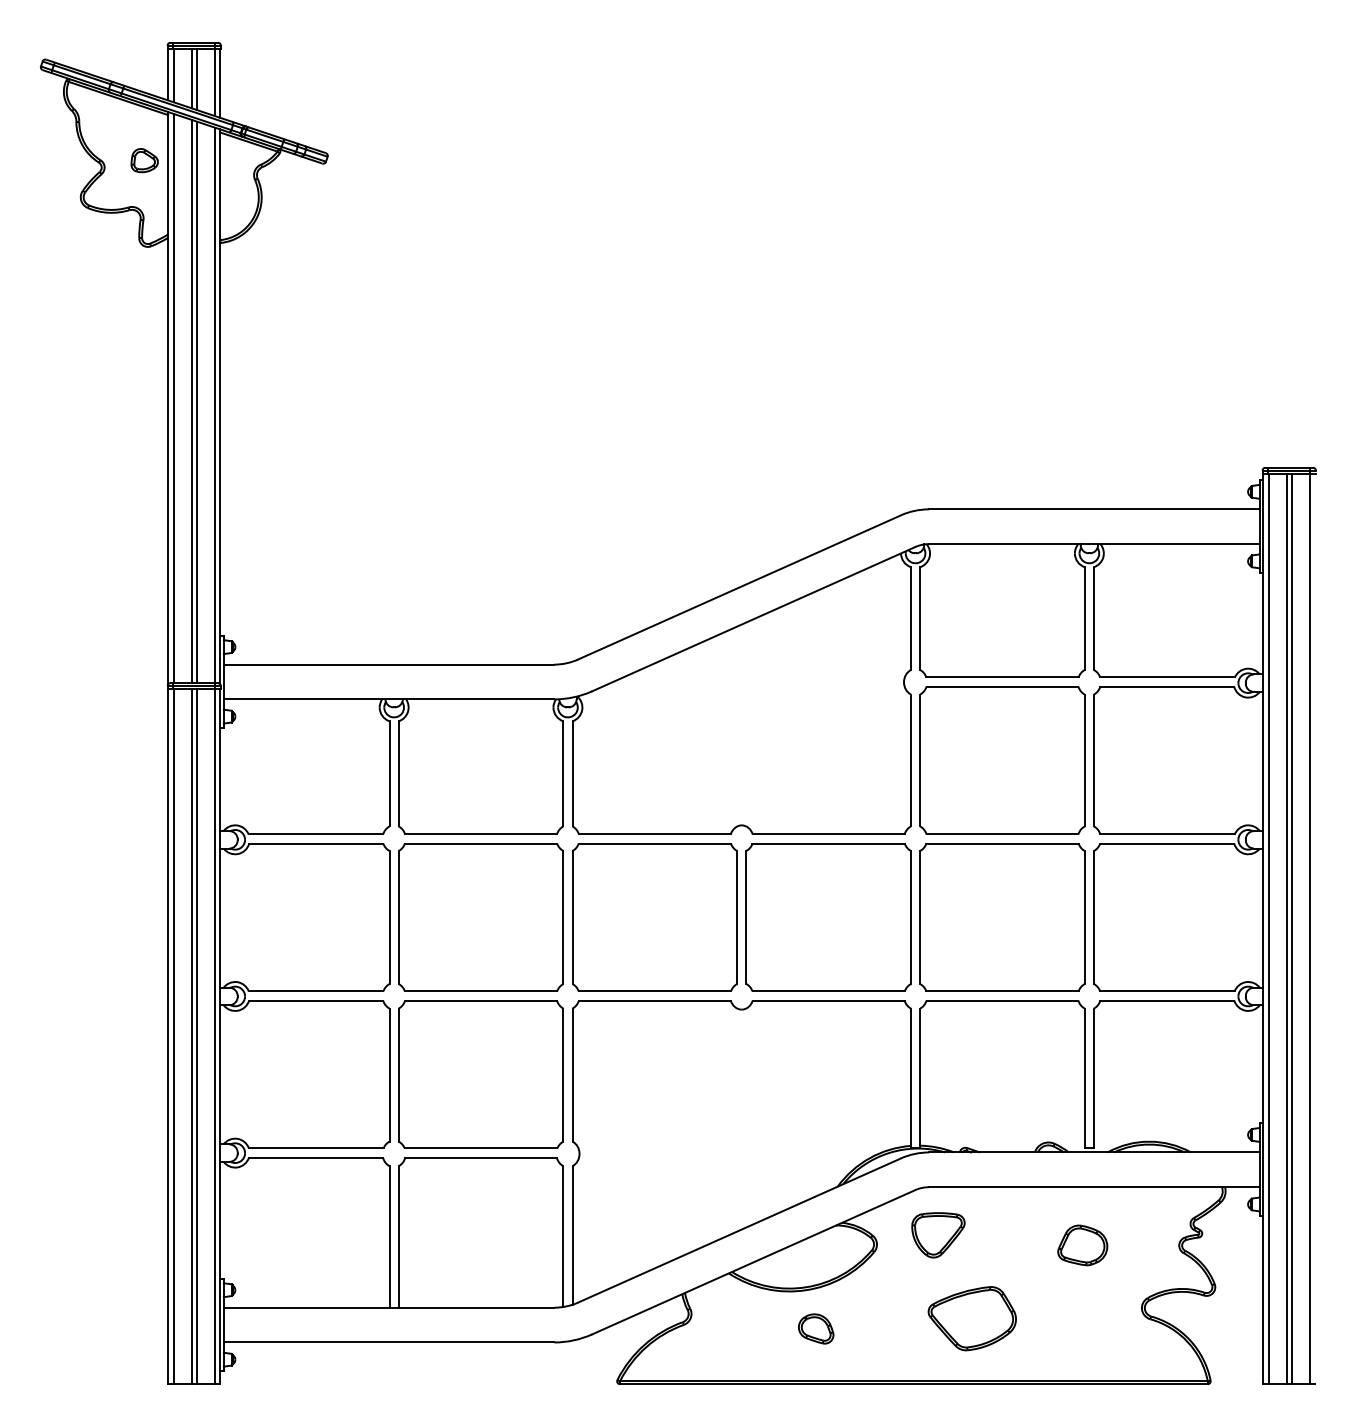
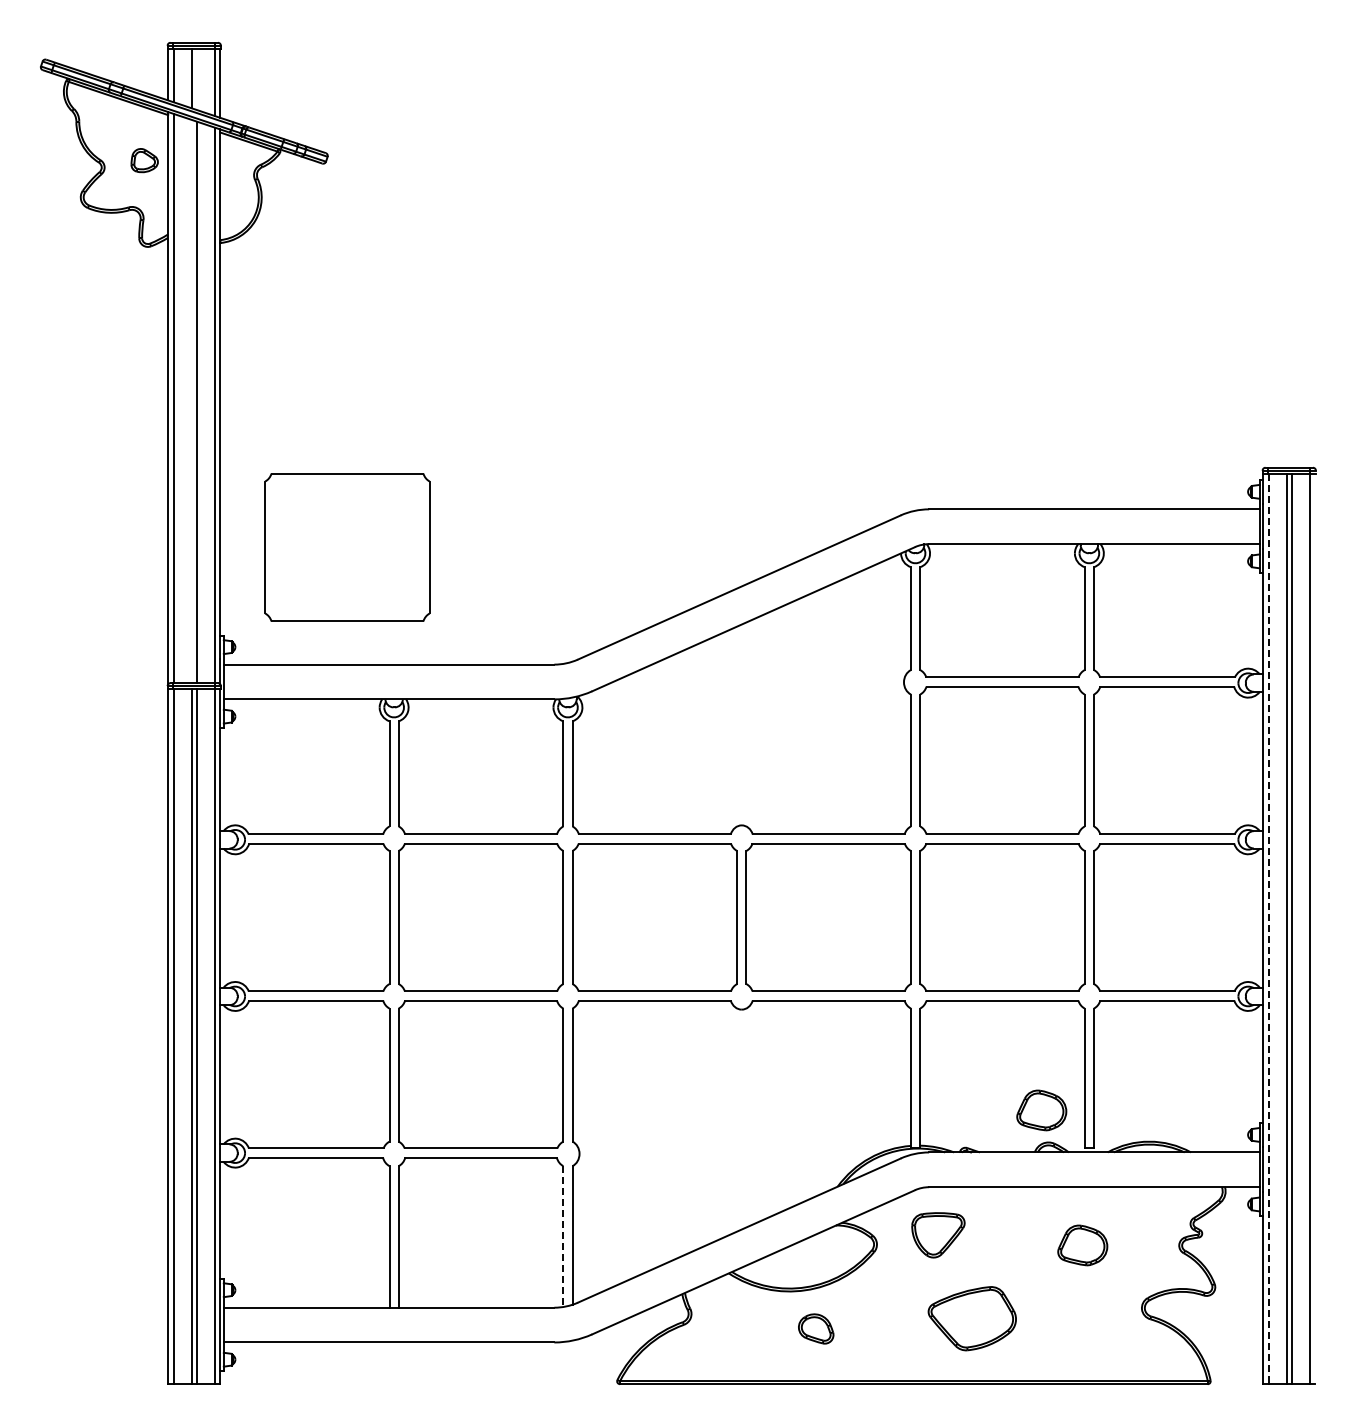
line at (196, 78): present -> none
line at (191, 401): present -> none
part at (347, 547): none -> present
line at (1268, 929): solid -> dashed
part at (1041, 1110): none -> present
line at (563, 1237): solid -> dashed
